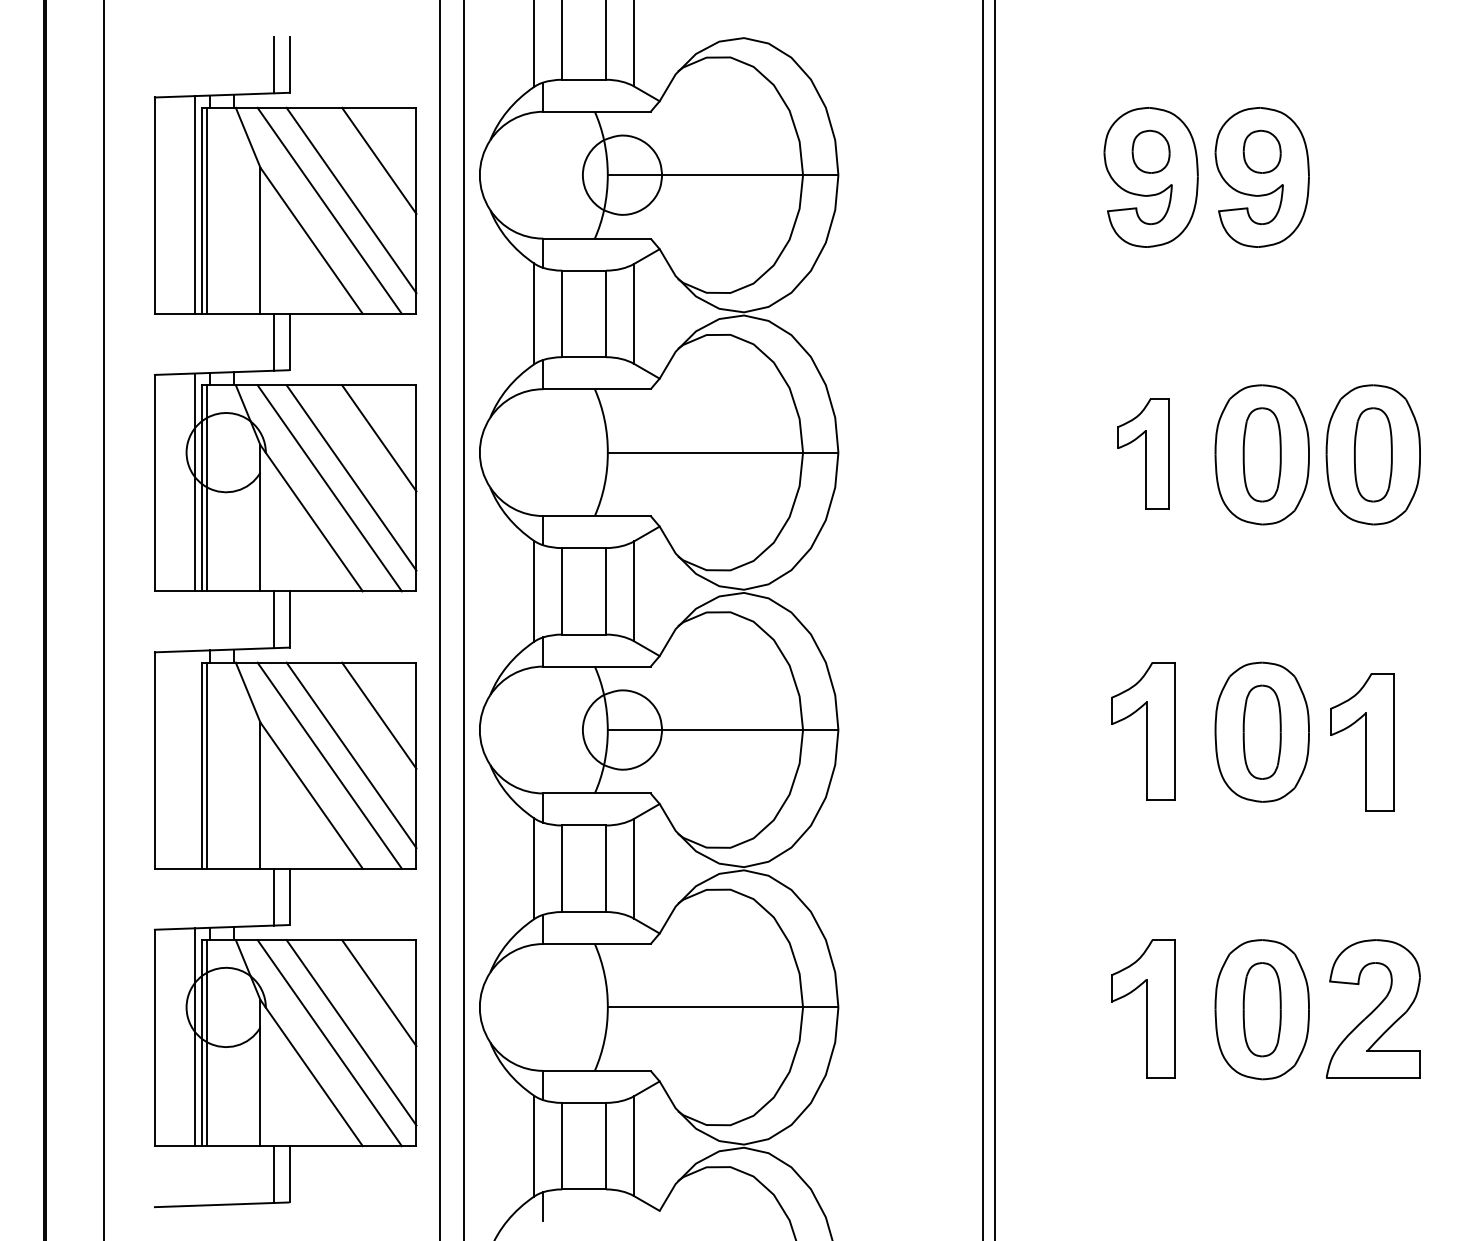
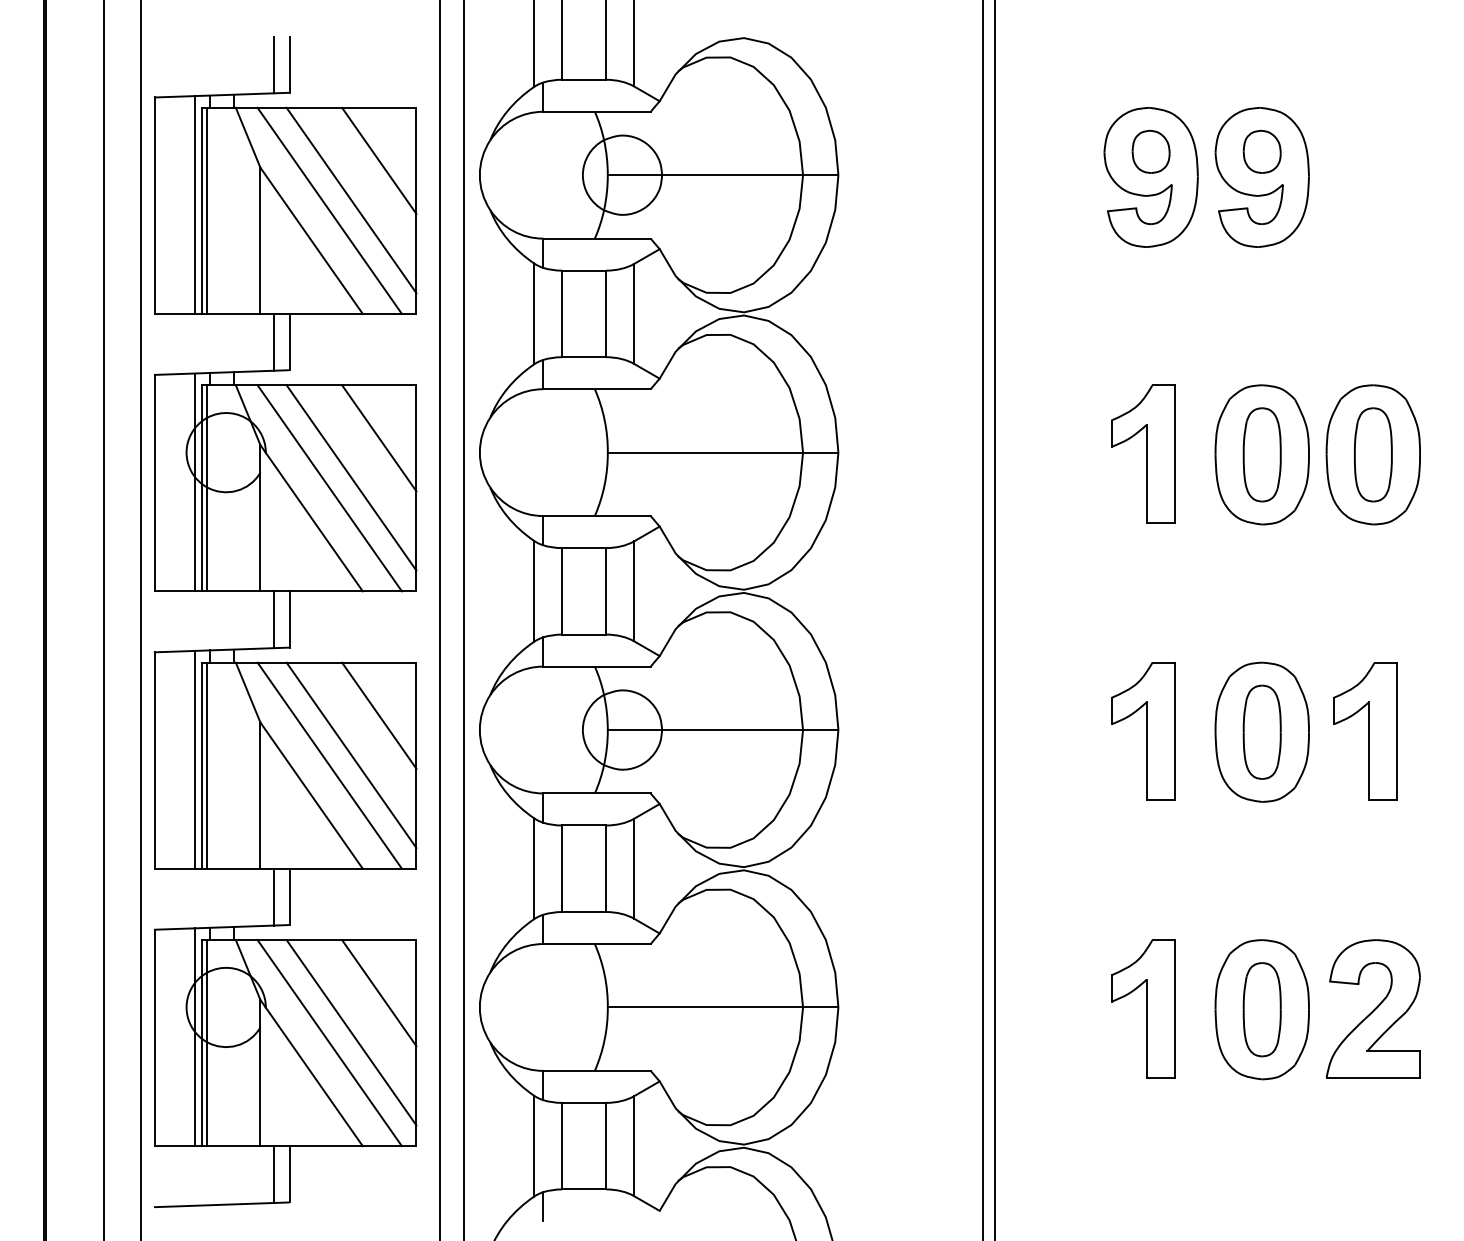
part at (1143, 453) size: 53x112 px -> 65x140 px
line at (140, 619): none -> present
part at (1362, 742) position: (1362, 742) -> (1365, 731)
line at (194, 759): none -> present
